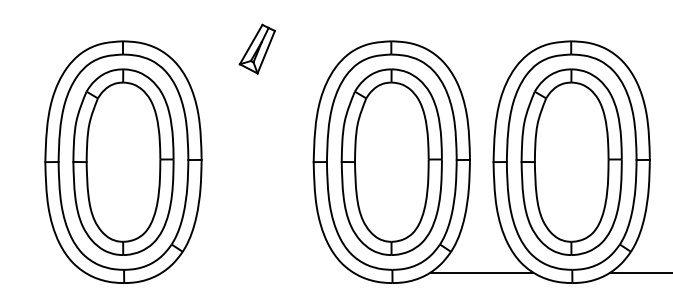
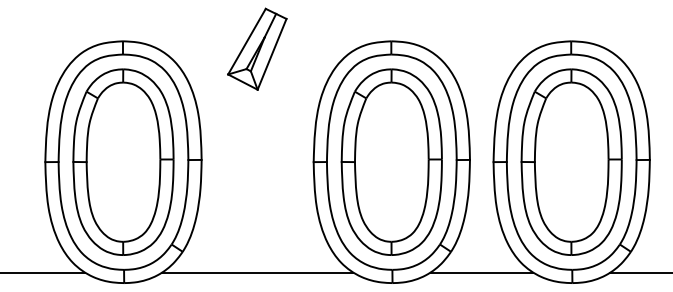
part at (256, 48) size: 38x52 px -> 61x84 px
line at (43, 272): none -> present
line at (257, 272): none -> present
